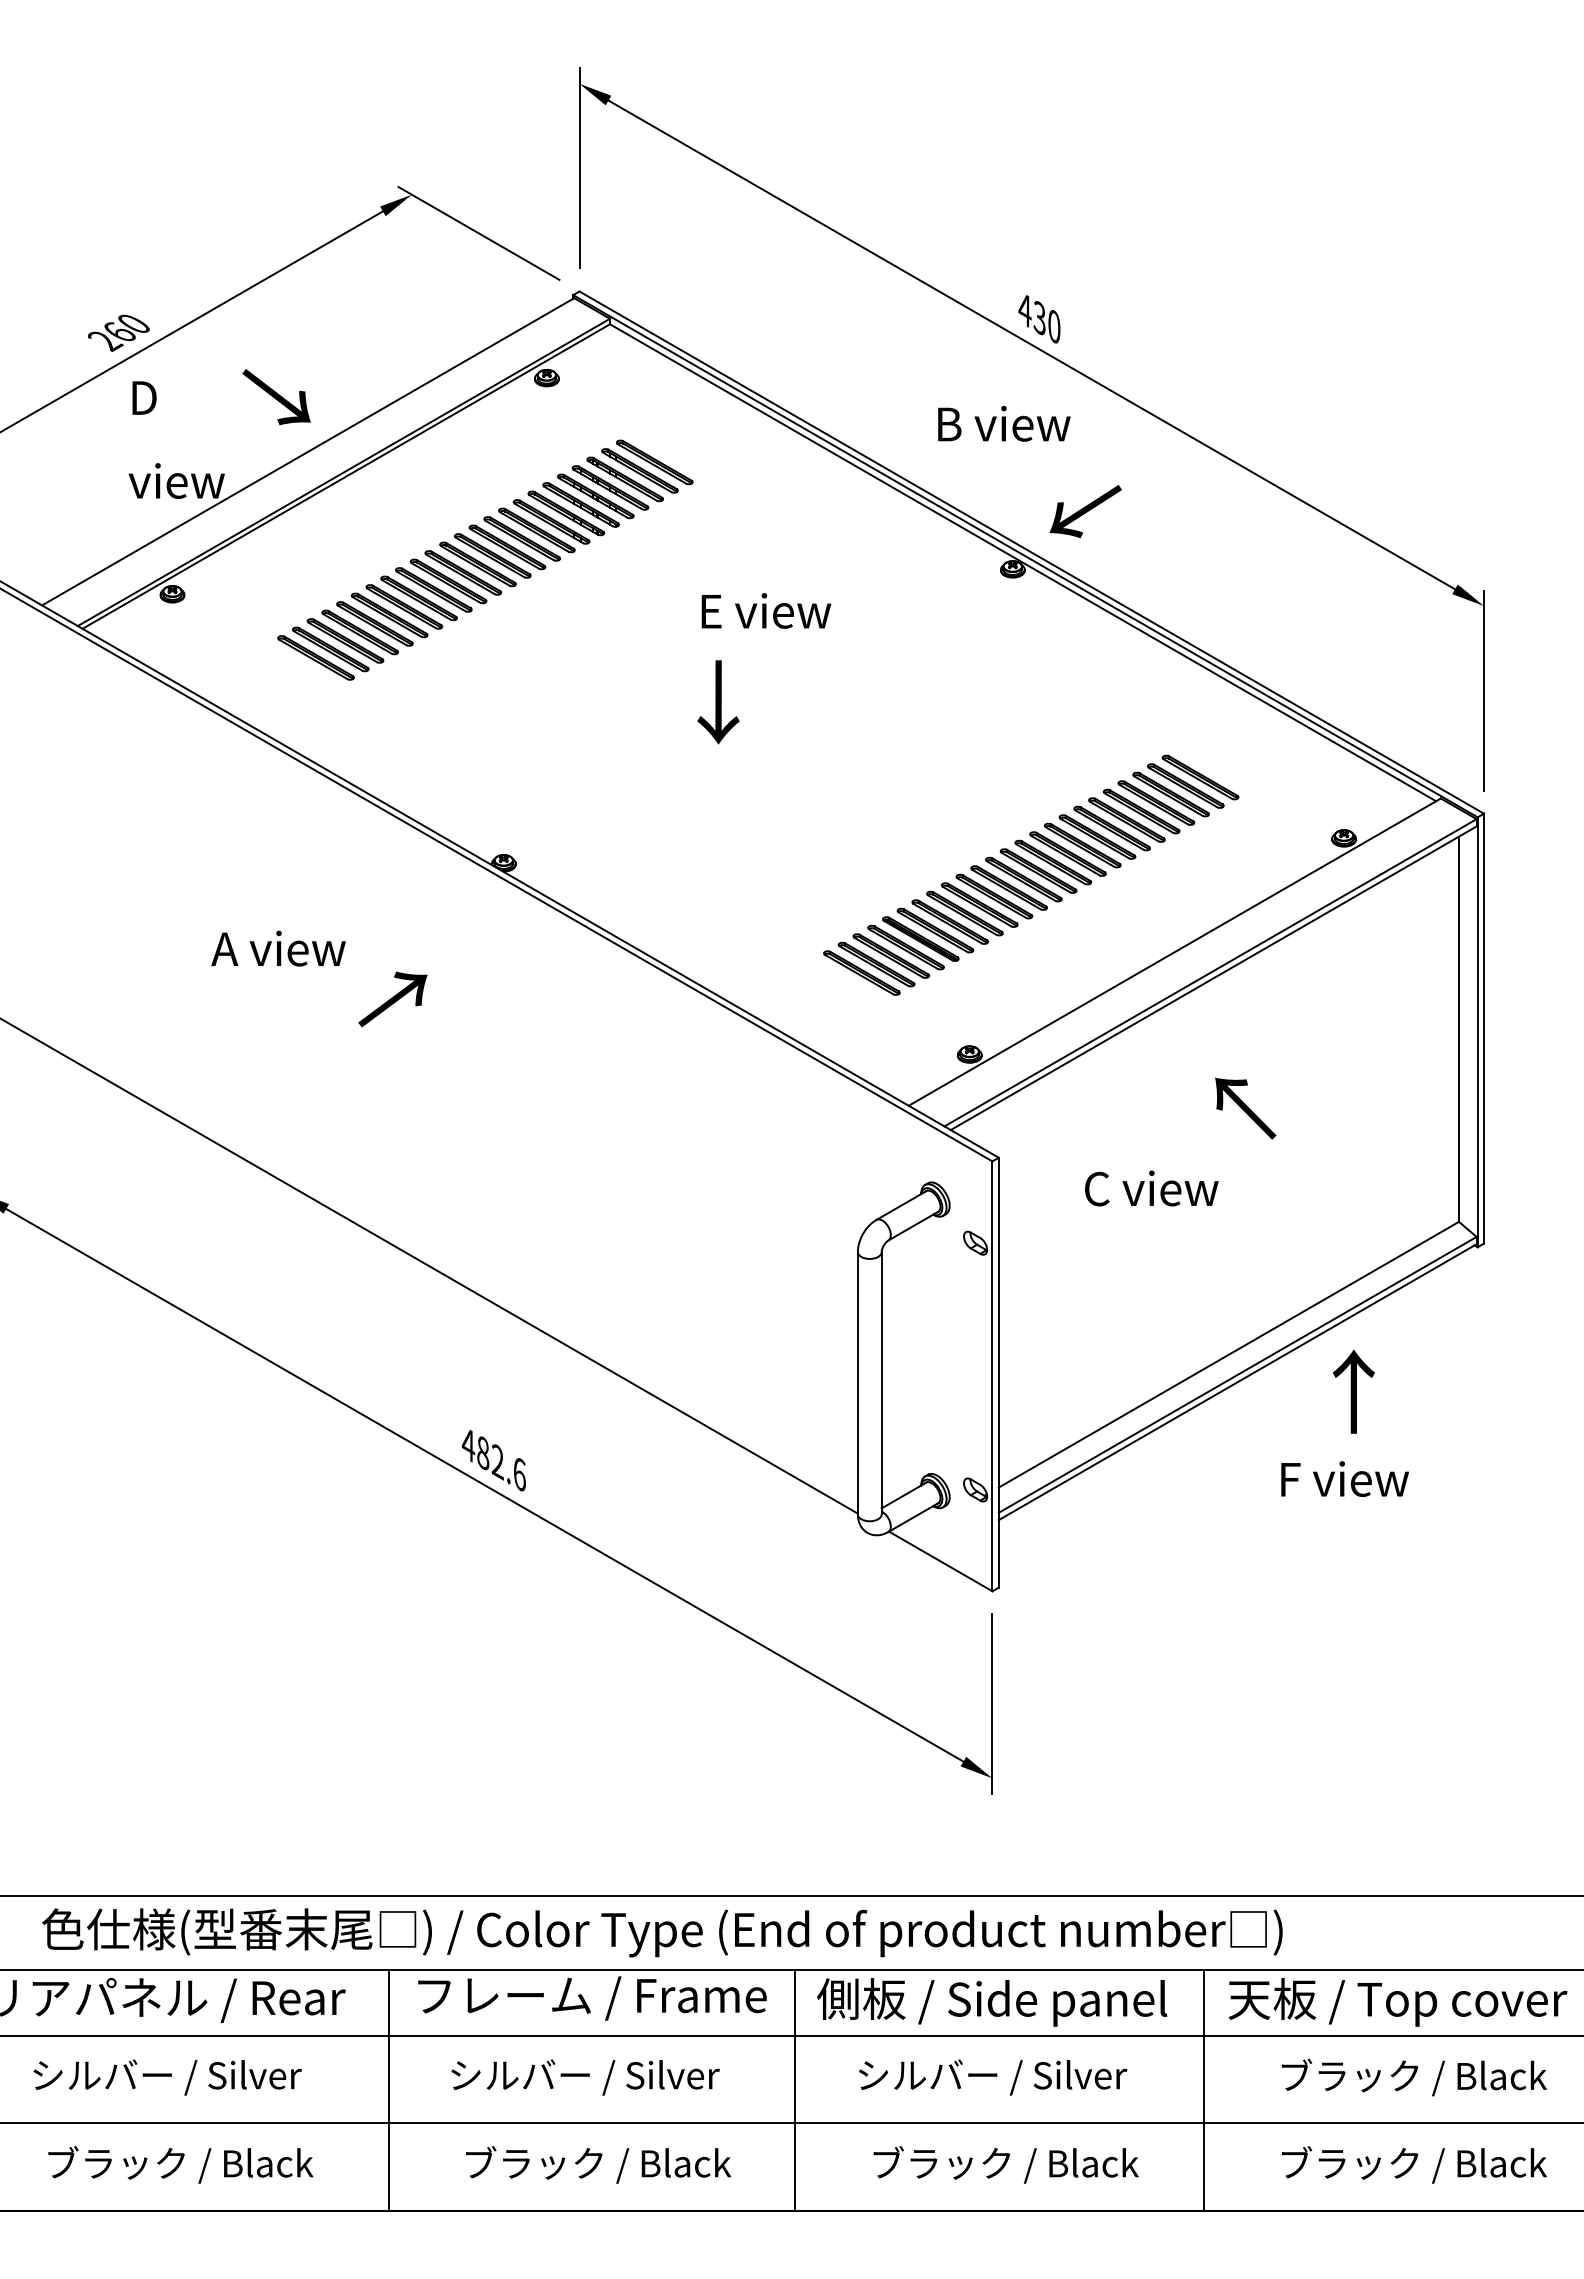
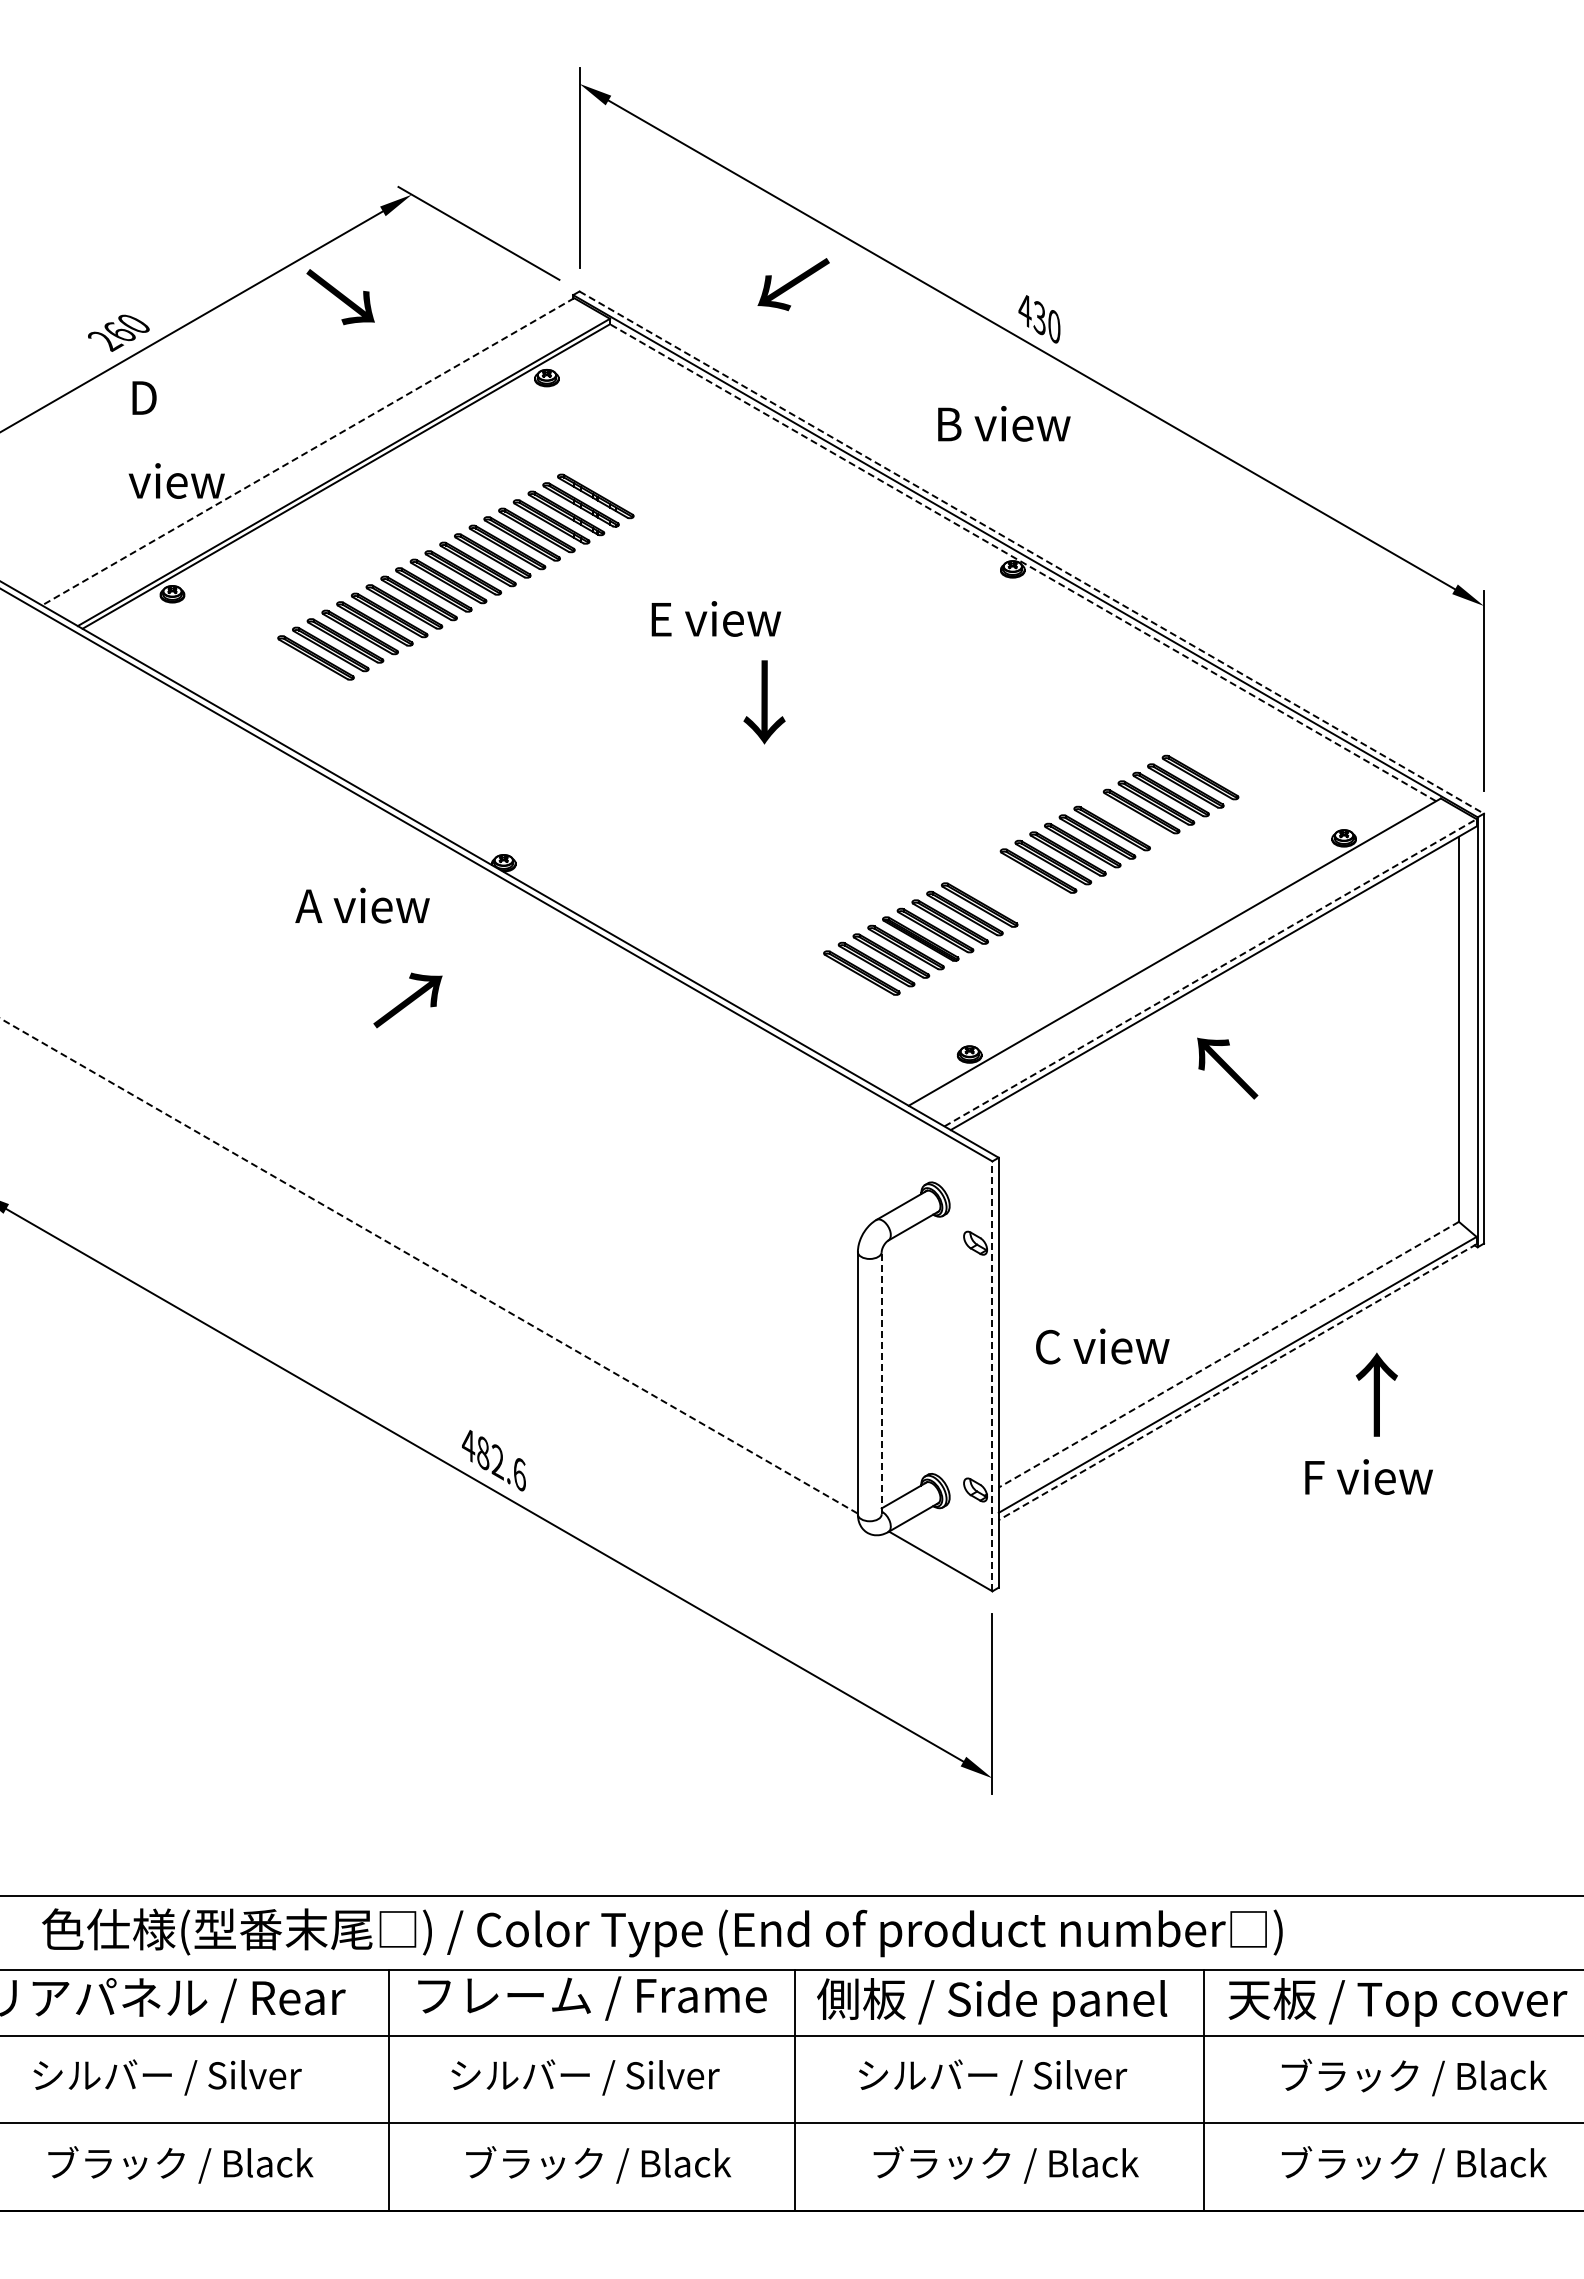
text at (276, 397) position: (276, 397) -> (340, 297)
line at (307, 452): solid -> dashed
part at (632, 474): present -> none
text at (1085, 511) position: (1085, 511) -> (793, 284)
line at (1032, 552): solid -> dashed
line at (1023, 562): solid -> dashed
text at (766, 610) position: (766, 610) -> (716, 618)
text at (718, 702) position: (718, 702) -> (764, 702)
part at (1126, 819): present -> none
part at (1008, 887): present -> none
text at (278, 948) position: (278, 948) -> (362, 905)
line at (1210, 972): solid -> dashed
text at (392, 999) position: (392, 999) -> (407, 1000)
text at (1245, 1108) position: (1245, 1108) -> (1227, 1068)
text at (1151, 1188) position: (1151, 1188) -> (1102, 1346)
line at (429, 1266): solid -> dashed
line at (1228, 1354): solid -> dashed
line at (992, 1376): solid -> dashed
line at (881, 1382): solid -> dashed
line at (1237, 1382): solid -> dashed
text at (1353, 1391) position: (1353, 1391) -> (1376, 1394)
text at (1344, 1478) position: (1344, 1478) -> (1368, 1476)
